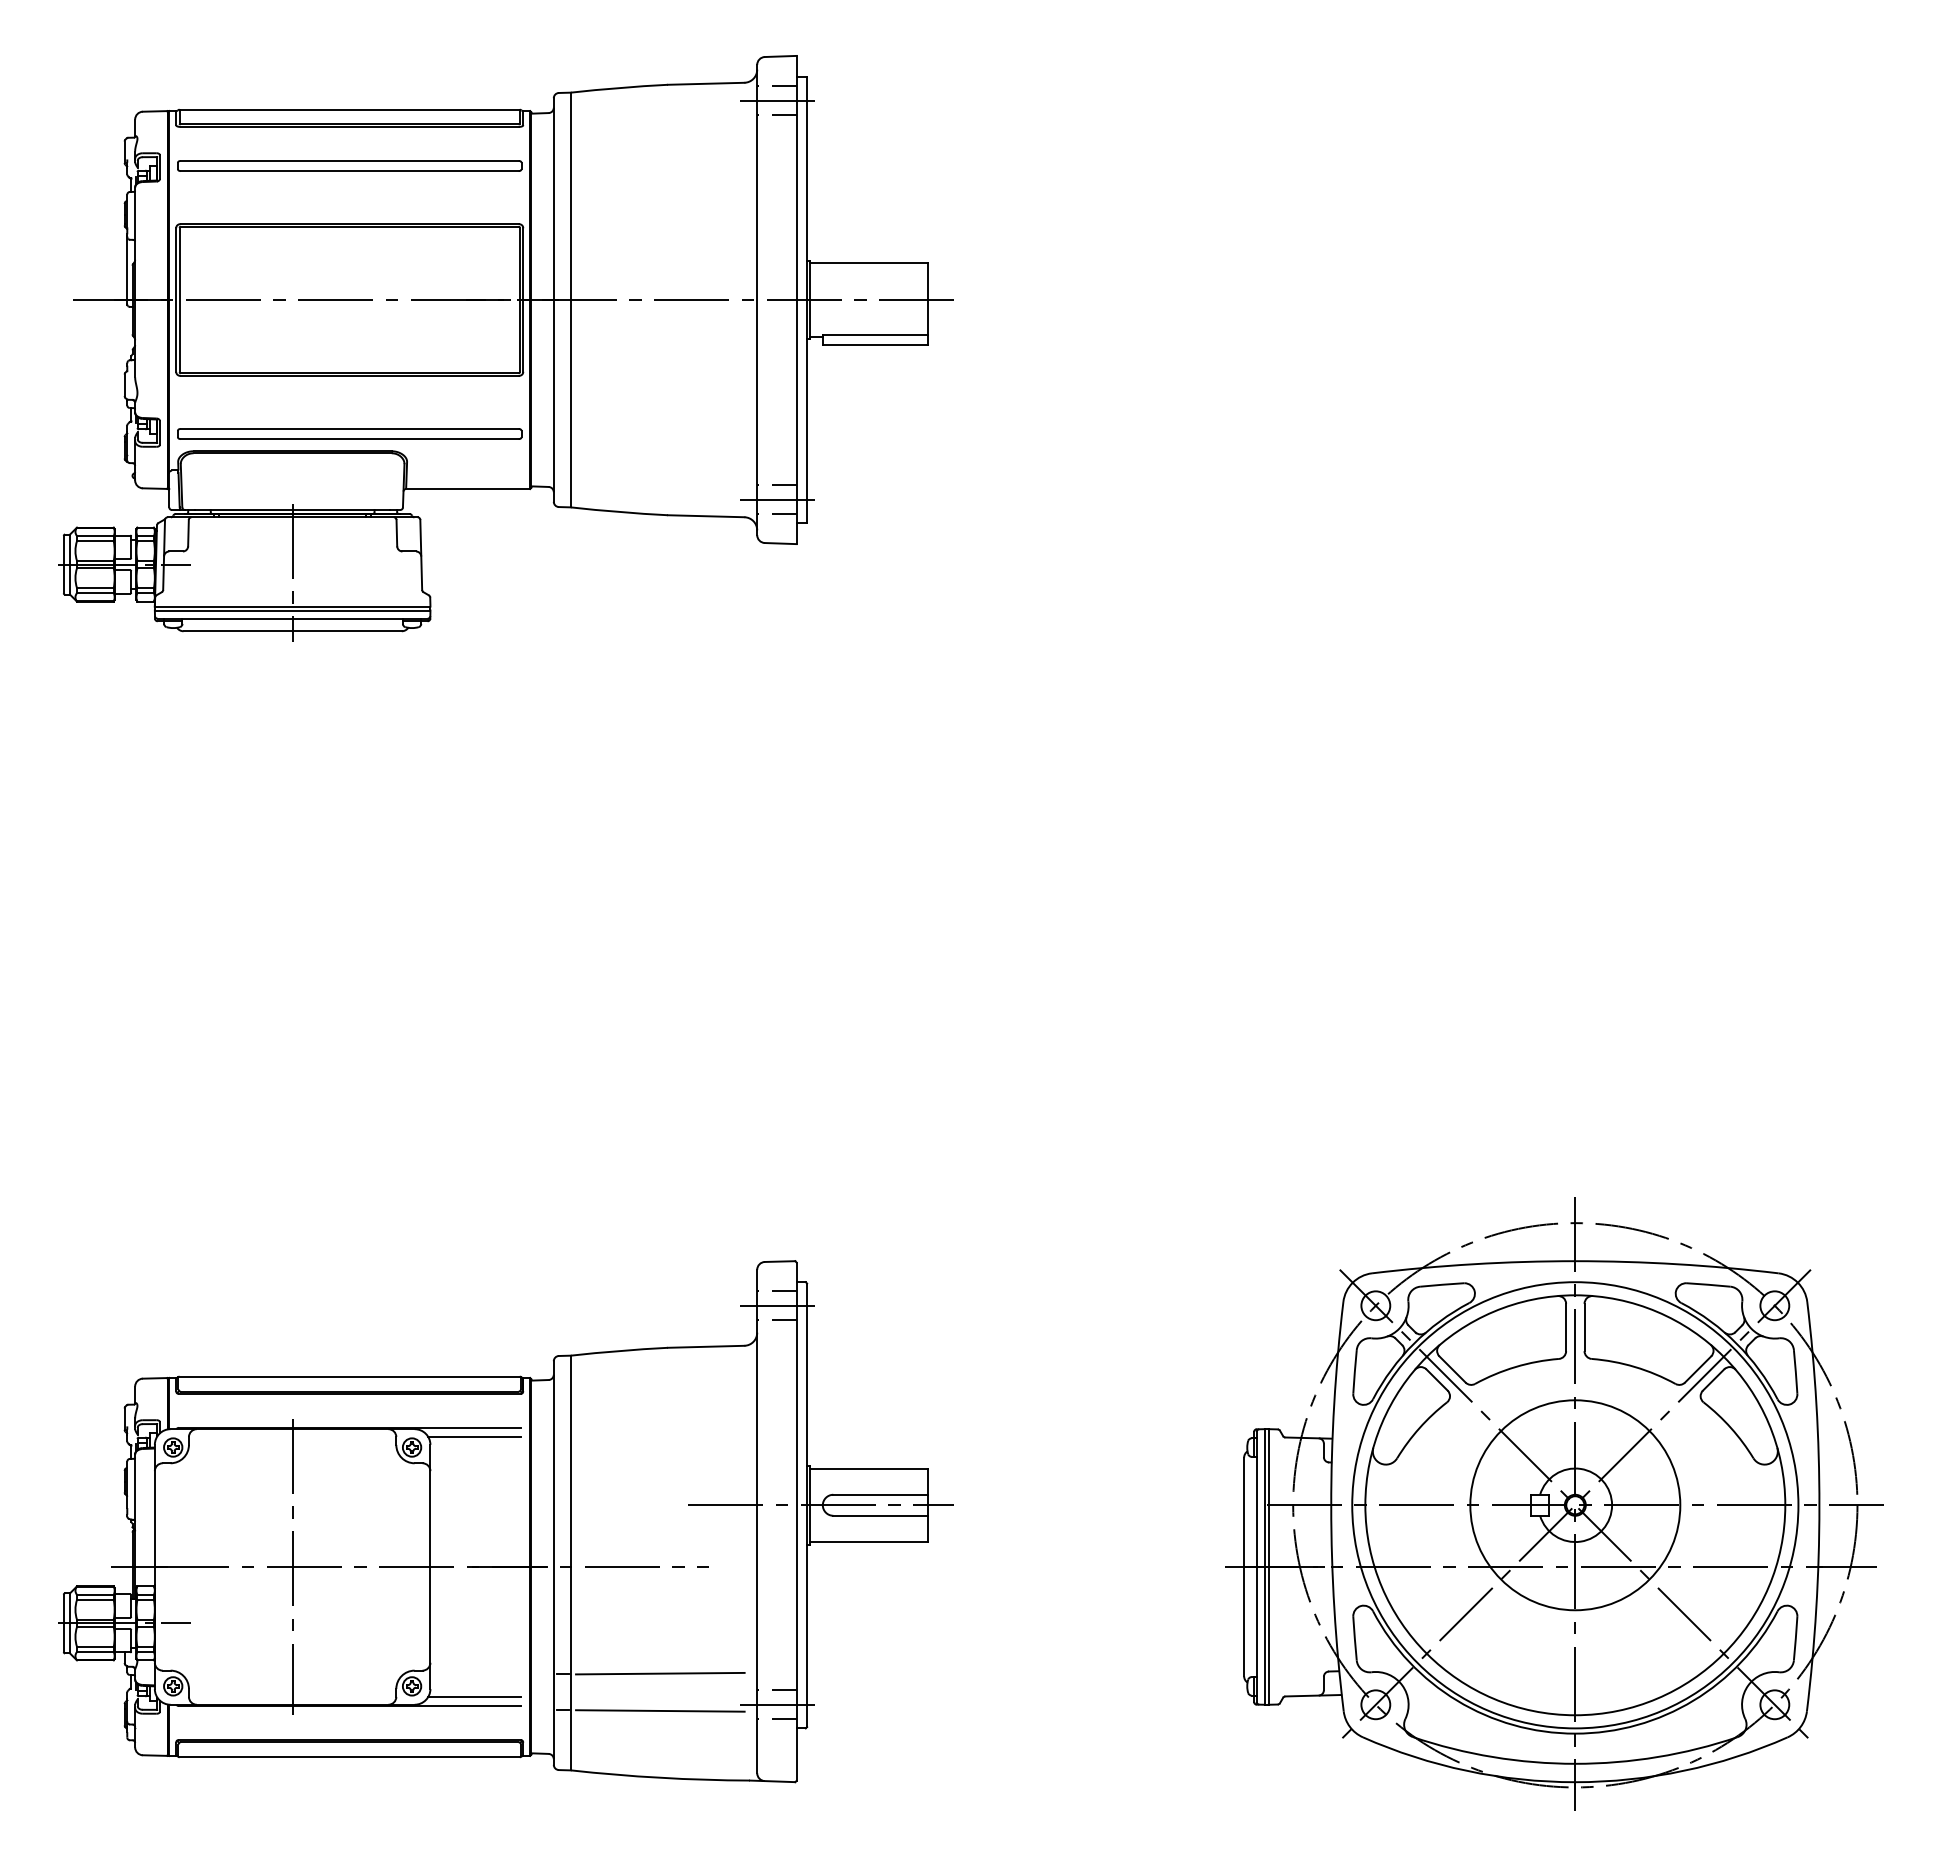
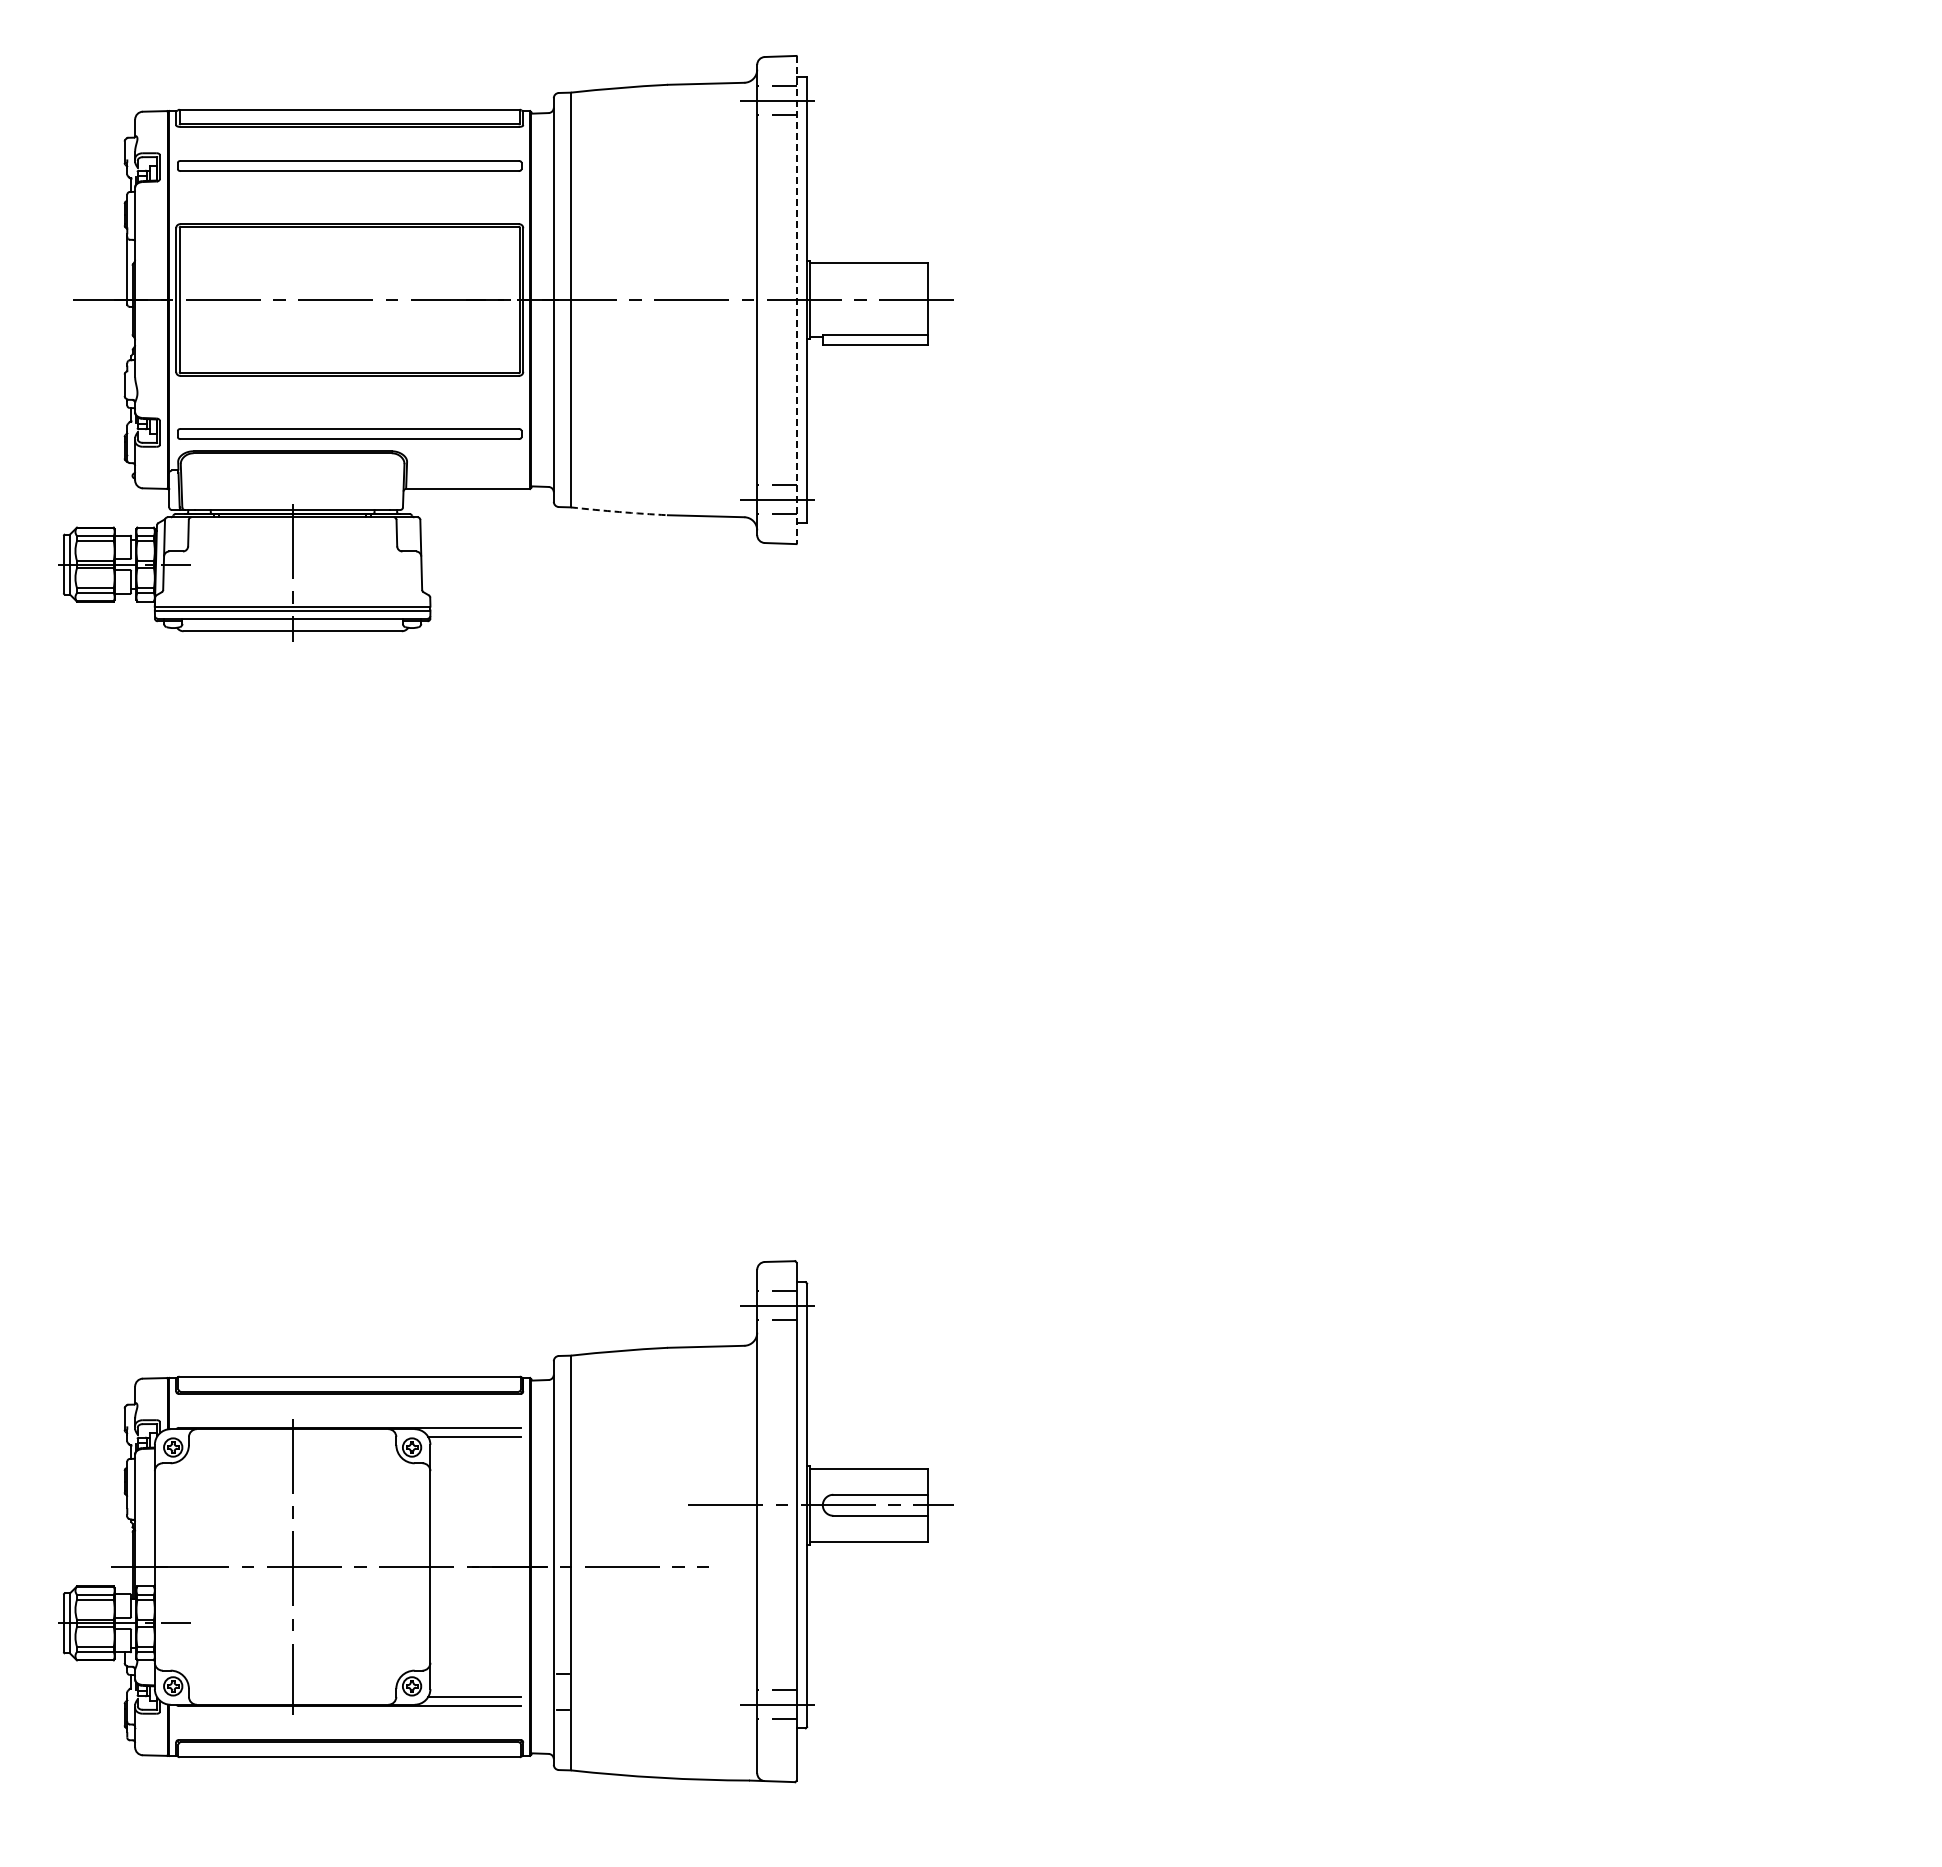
line at (796, 300): solid -> dashed
arc at (619, 512): solid -> dashed
part at (1554, 1503): present -> none
line at (660, 1673): present -> none
line at (660, 1710): present -> none
